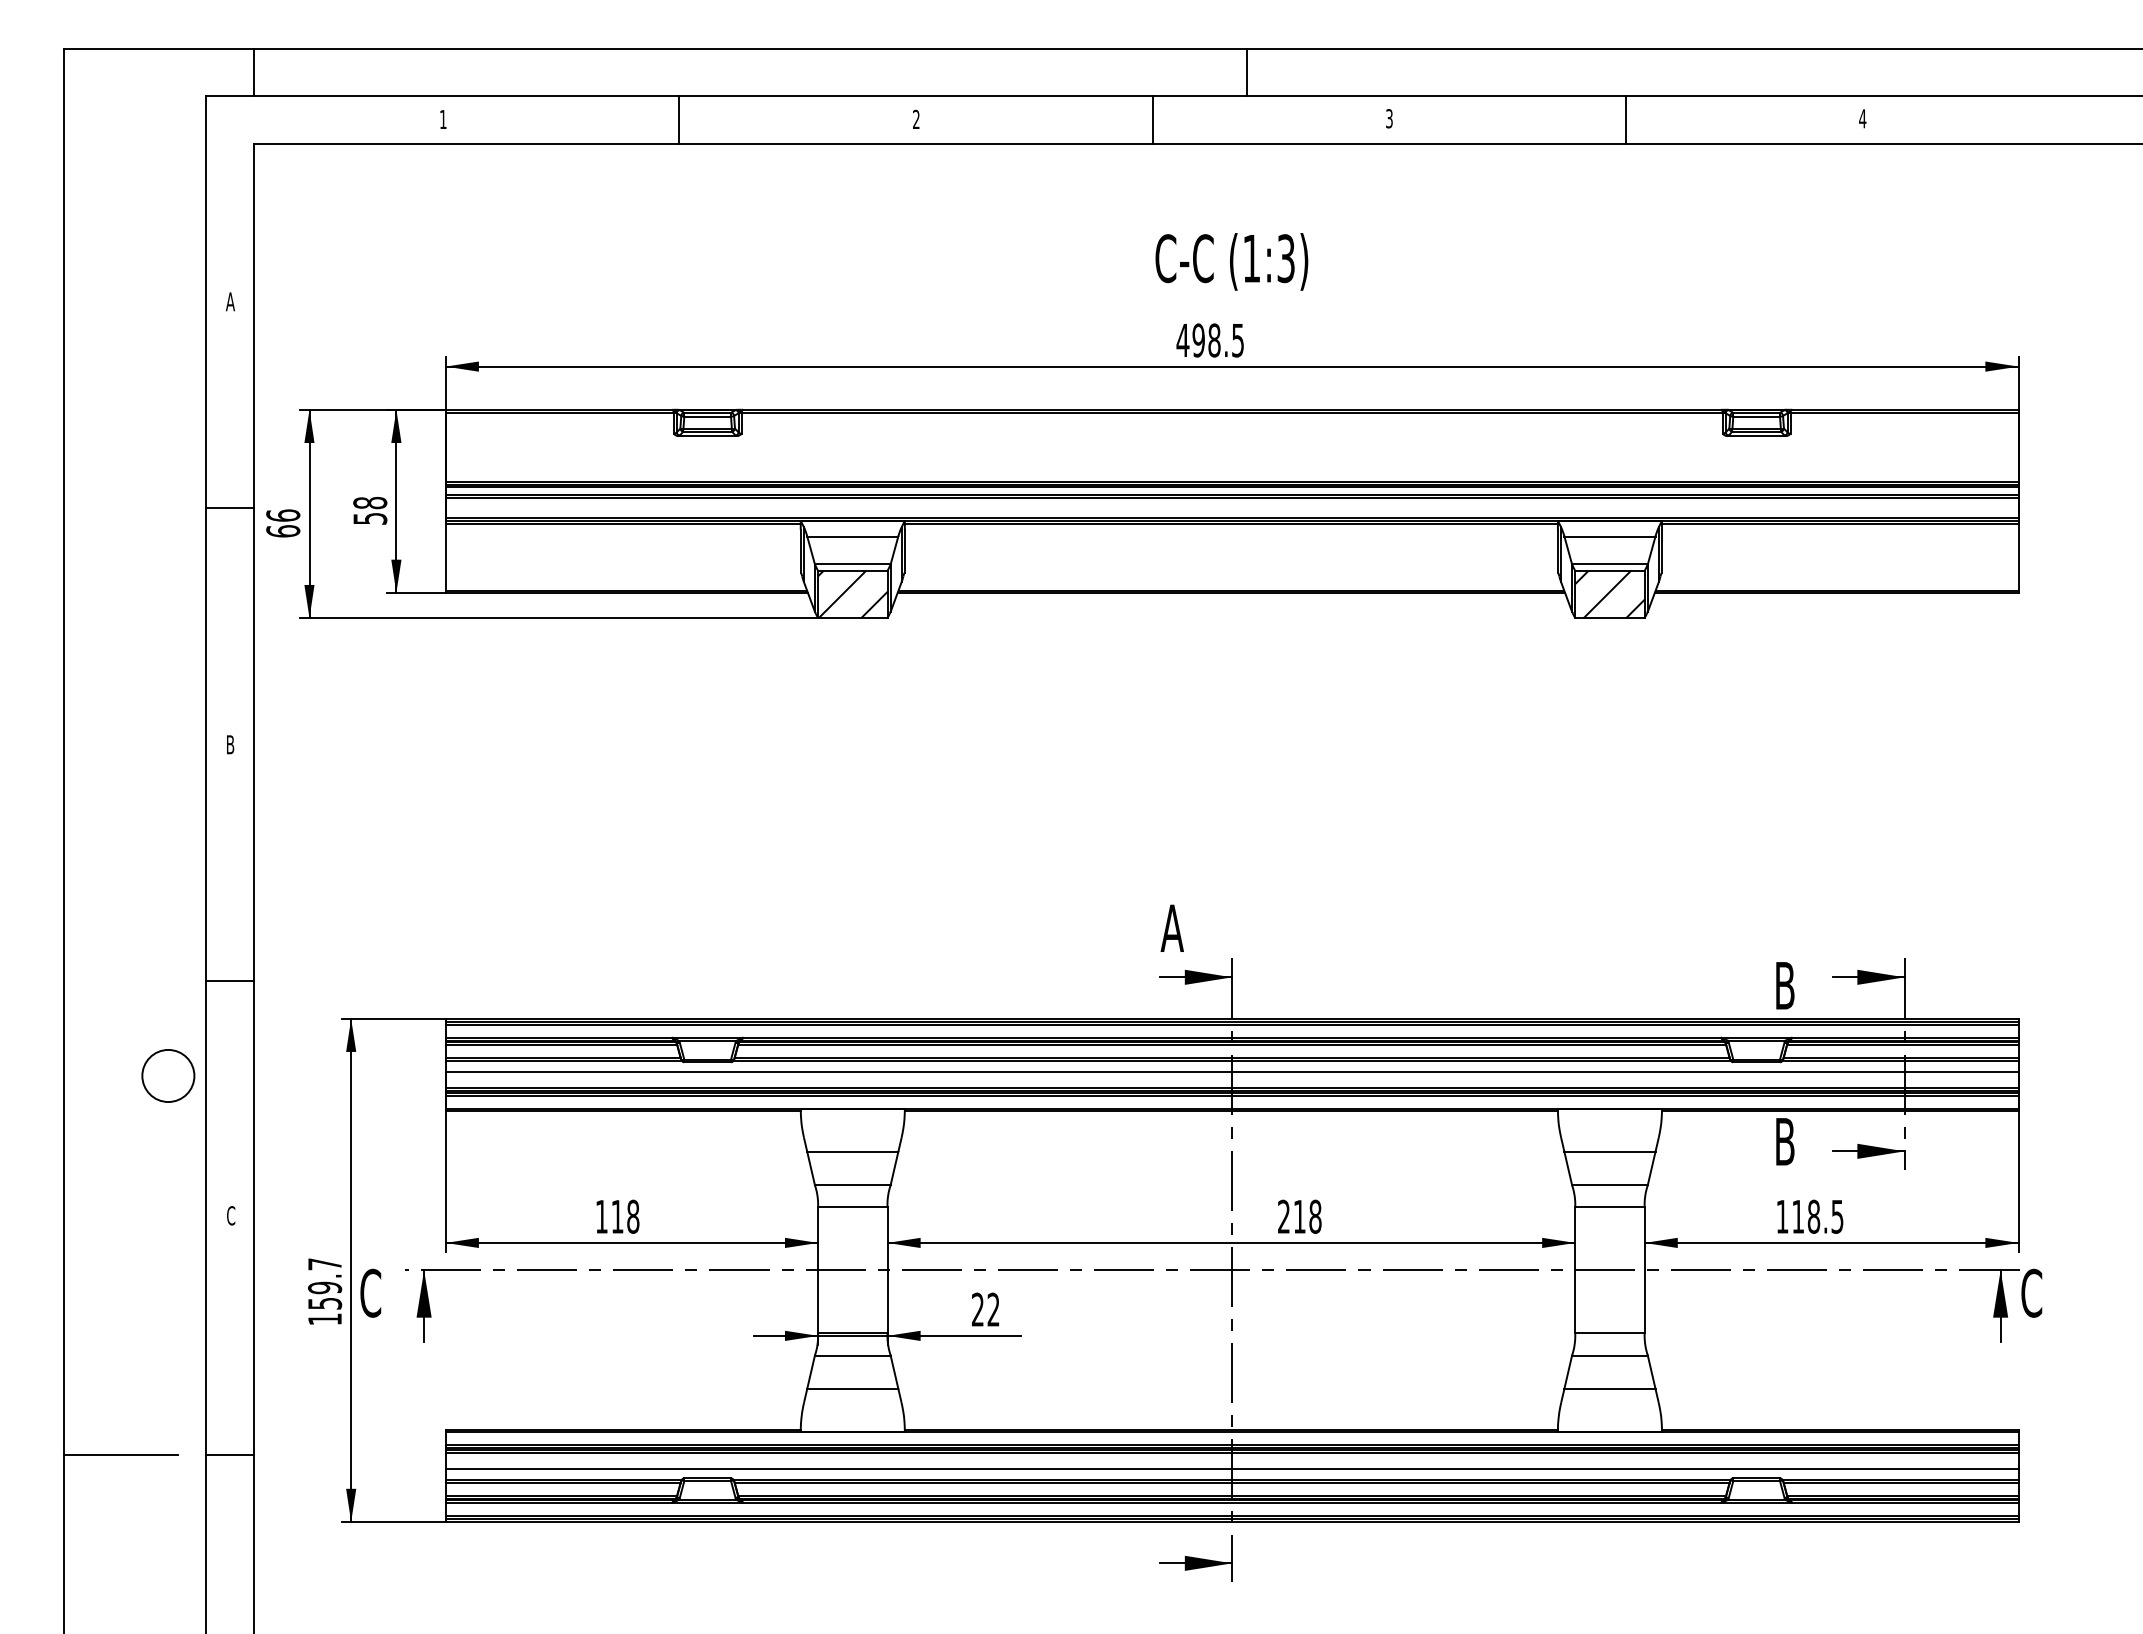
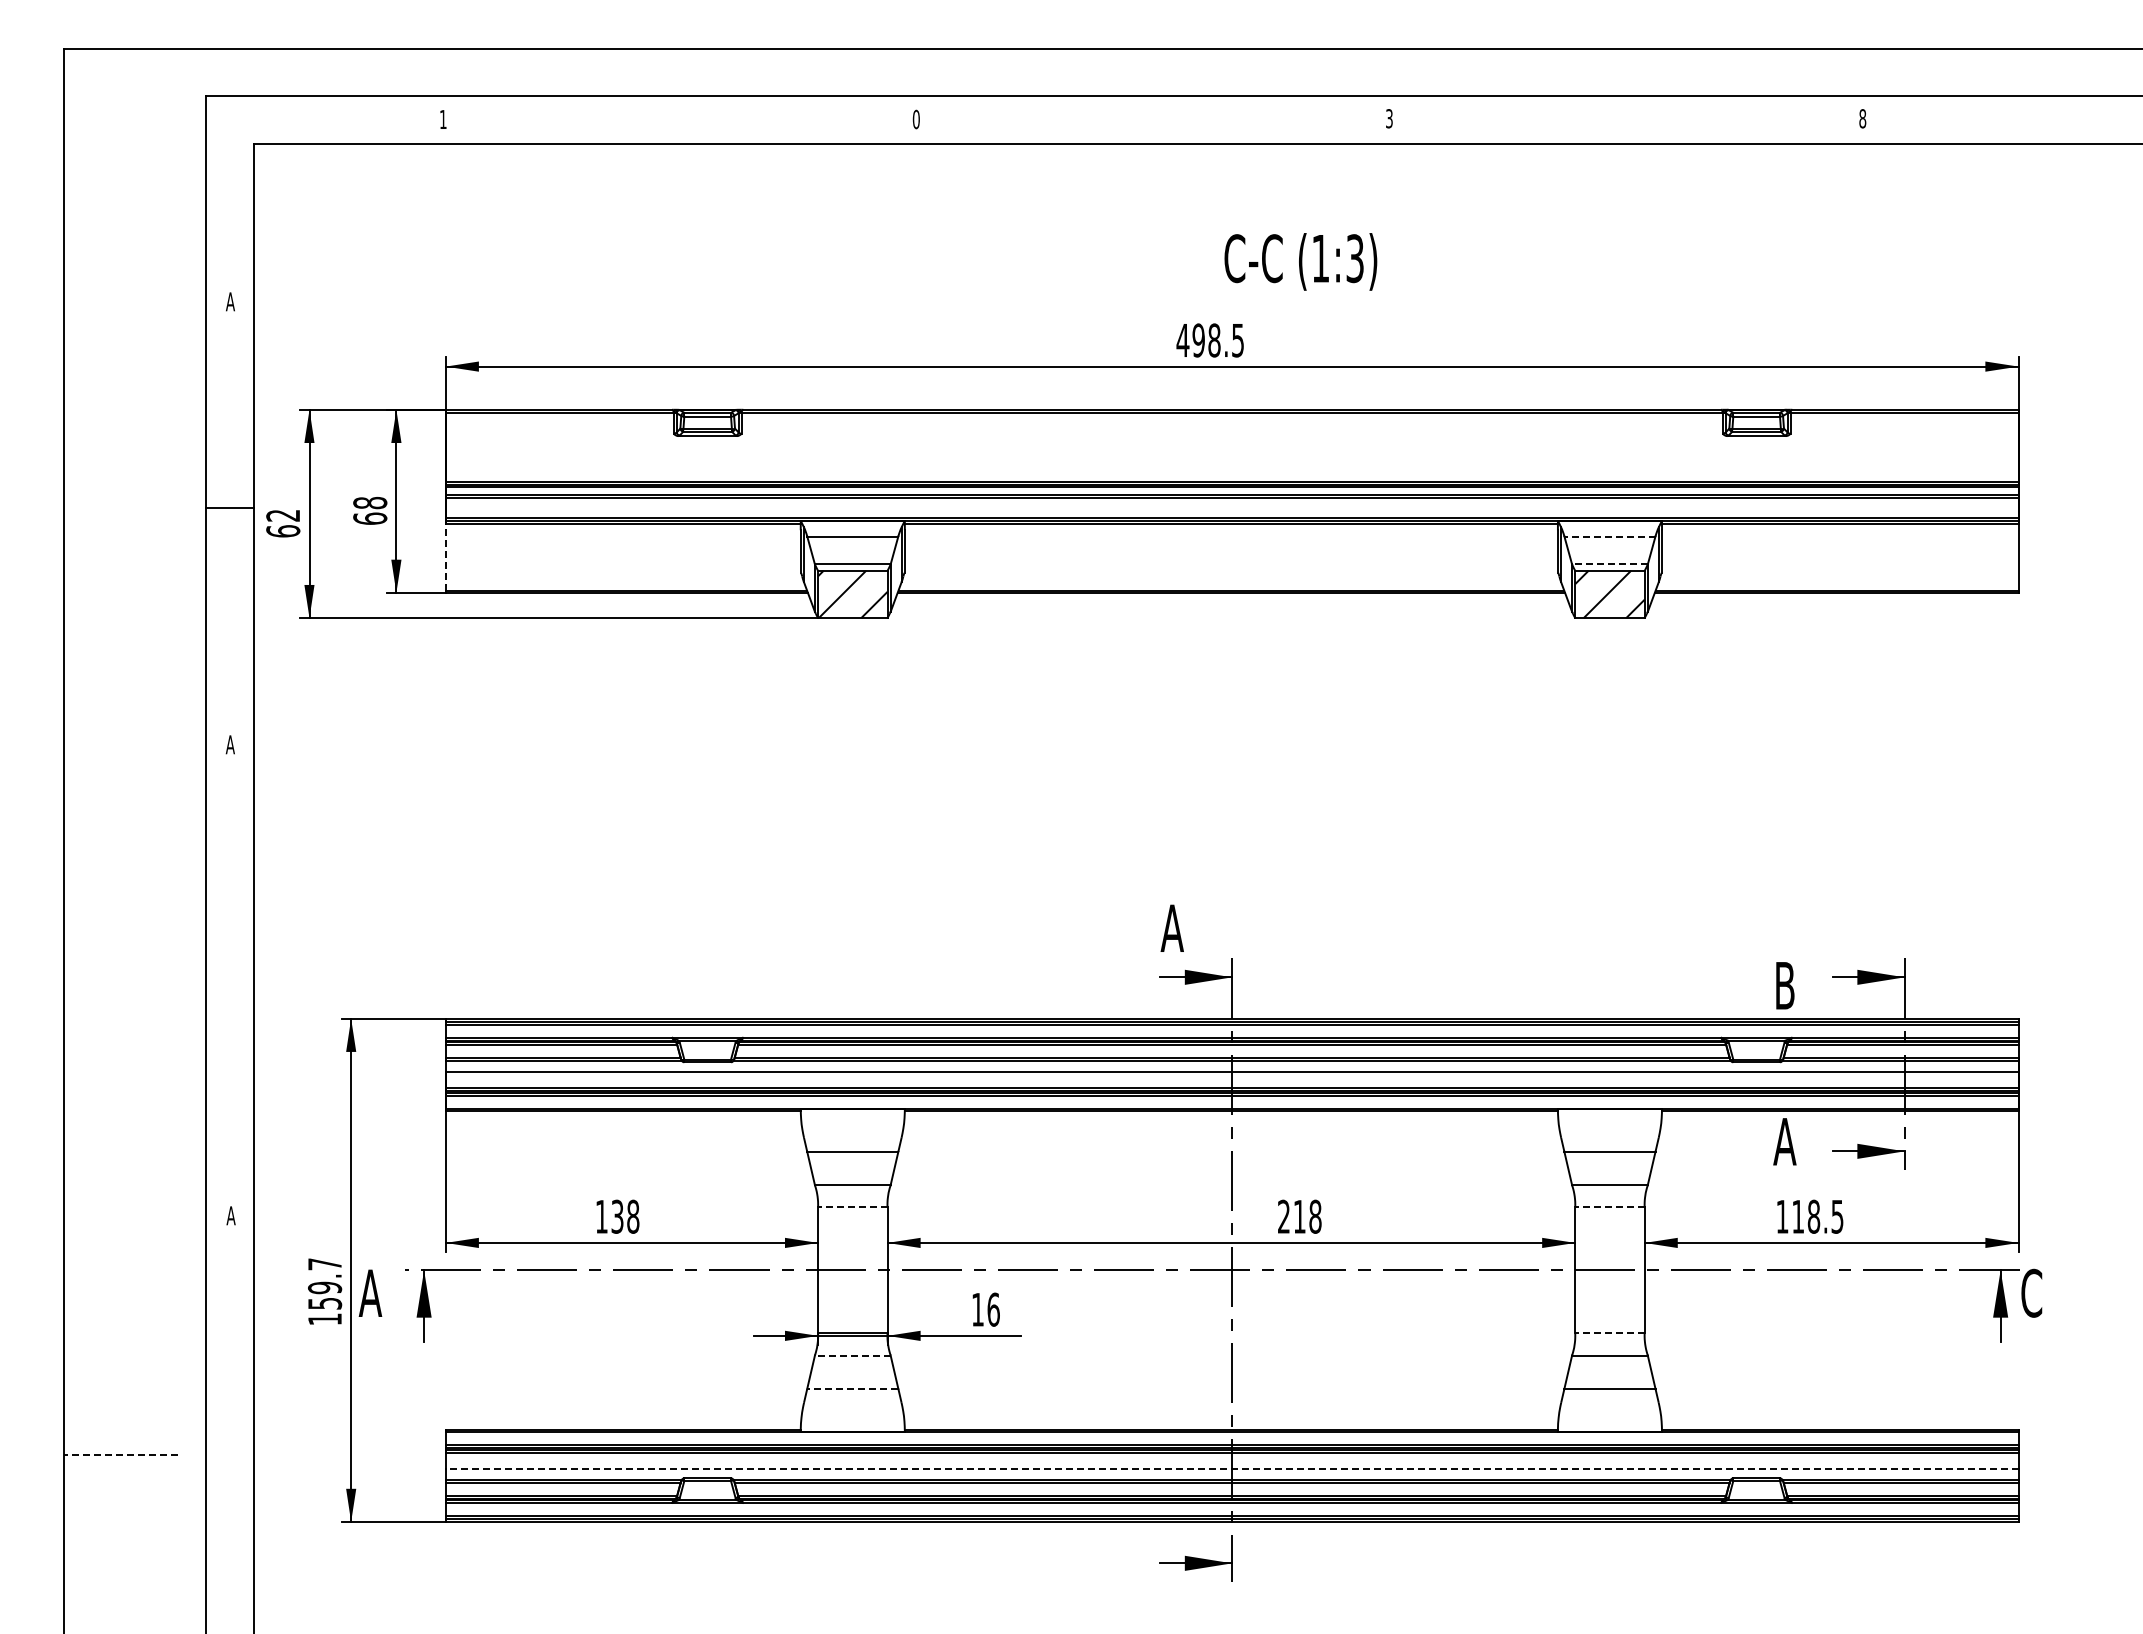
line at (253, 72): present -> none
line at (1247, 72): present -> none
text at (1862, 118): 4 -> 8
line at (679, 119): present -> none
text at (915, 119): 2 -> 0
line at (1152, 119): present -> none
line at (1625, 119): present -> none
text at (1231, 261) position: (1231, 261) -> (1300, 261)
text at (283, 515): 66 -> 62
text at (370, 518): 58 -> 68
line at (1609, 536): solid -> dashed
line at (445, 556): solid -> dashed
line at (1609, 564): solid -> dashed
text at (229, 744): B -> A
line at (229, 981): present -> none
circle at (168, 1075): present -> none
text at (1784, 1141): B -> A
line at (852, 1207): solid -> dashed
line at (1609, 1207): solid -> dashed
text at (230, 1215): C -> A
text at (617, 1216): 118 -> 138
text at (370, 1292): C -> A
text at (985, 1309): 22 -> 16
line at (1609, 1333): solid -> dashed
line at (852, 1355): solid -> dashed
line at (852, 1388): solid -> dashed
line at (121, 1454): solid -> dashed
line at (229, 1454): present -> none
line at (1231, 1468): solid -> dashed
